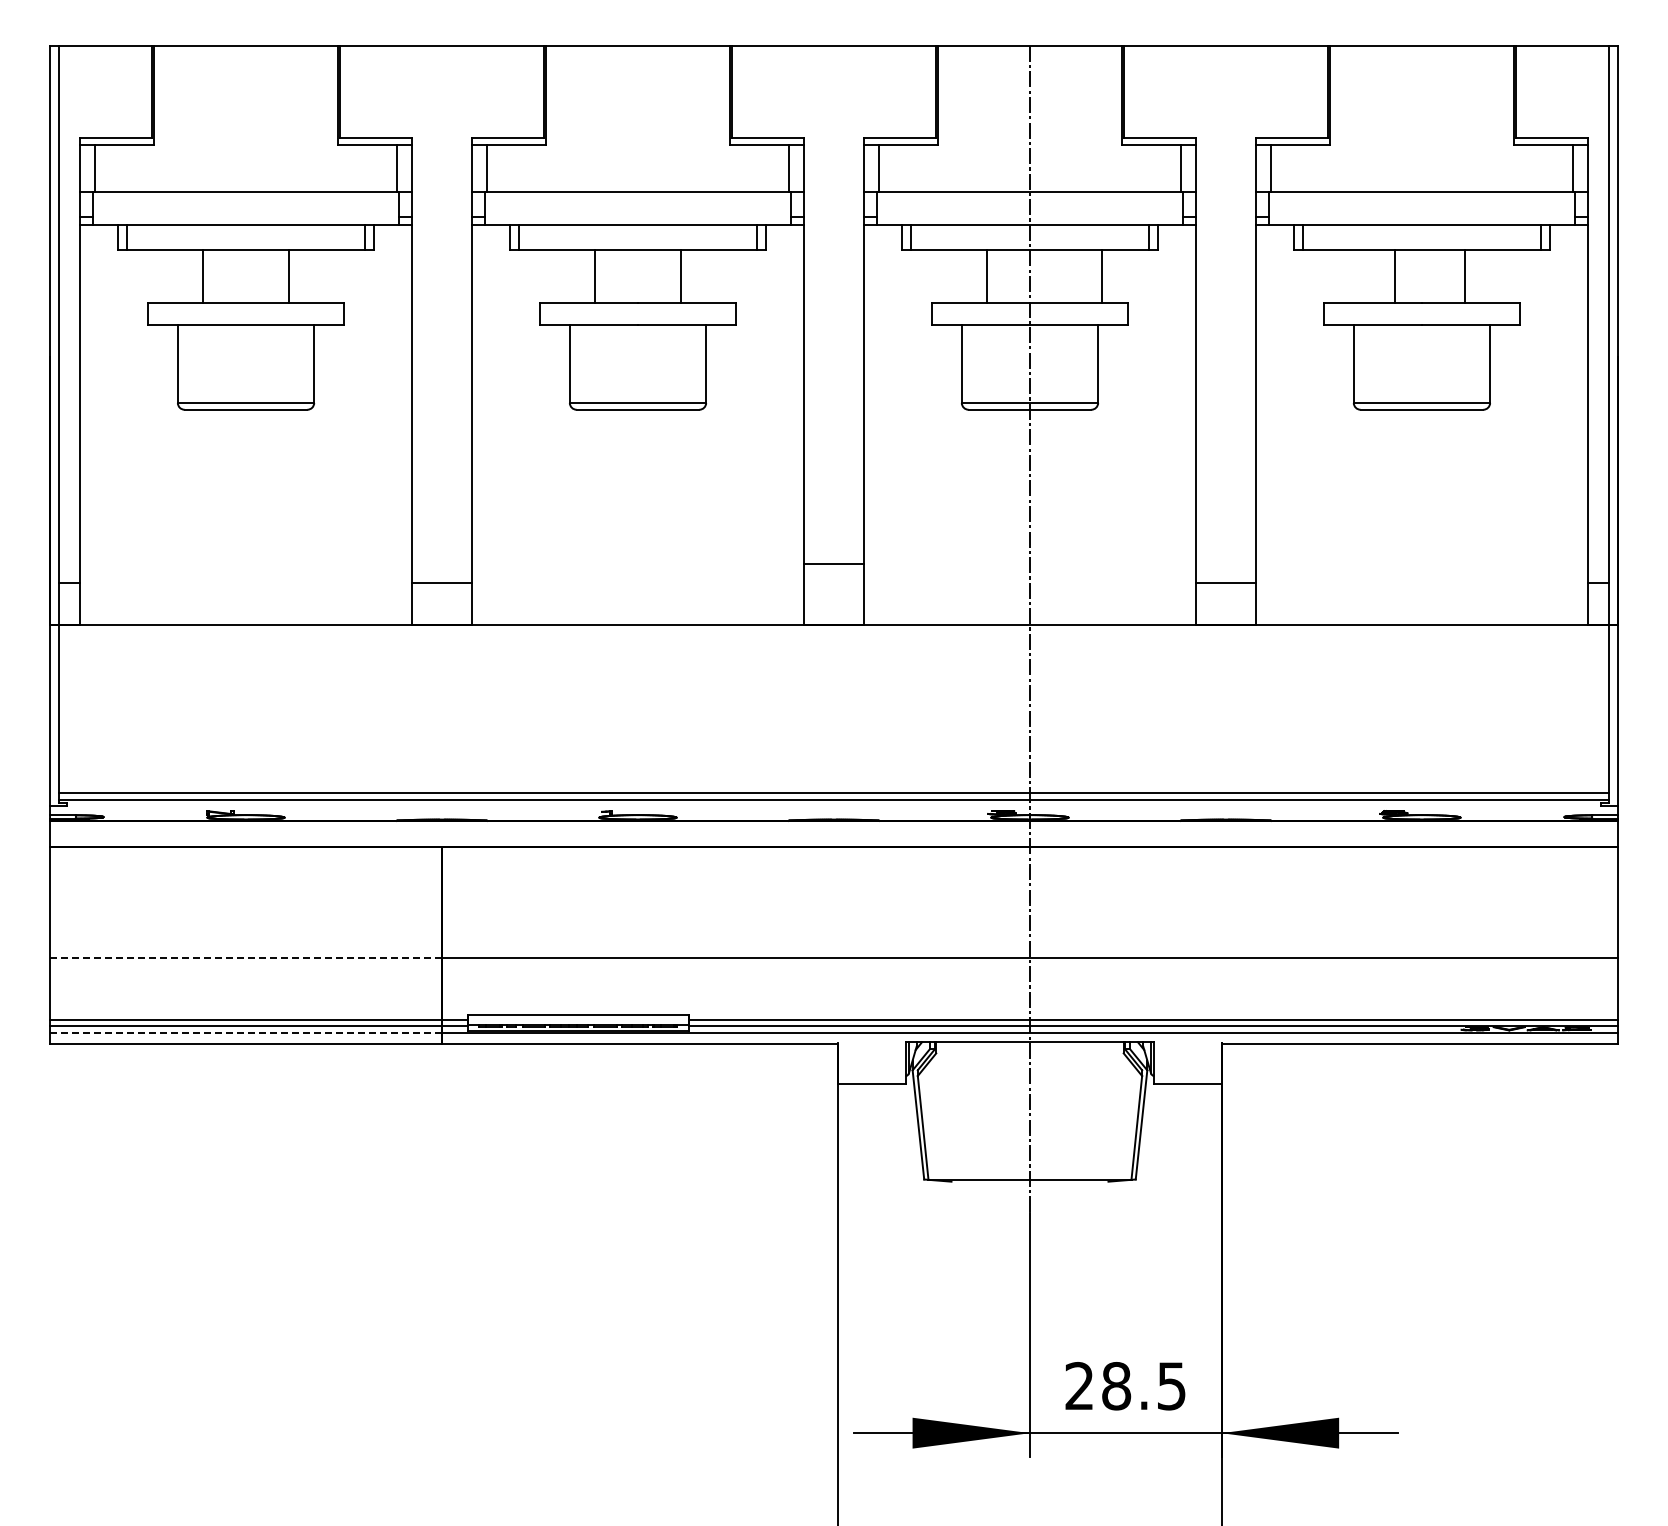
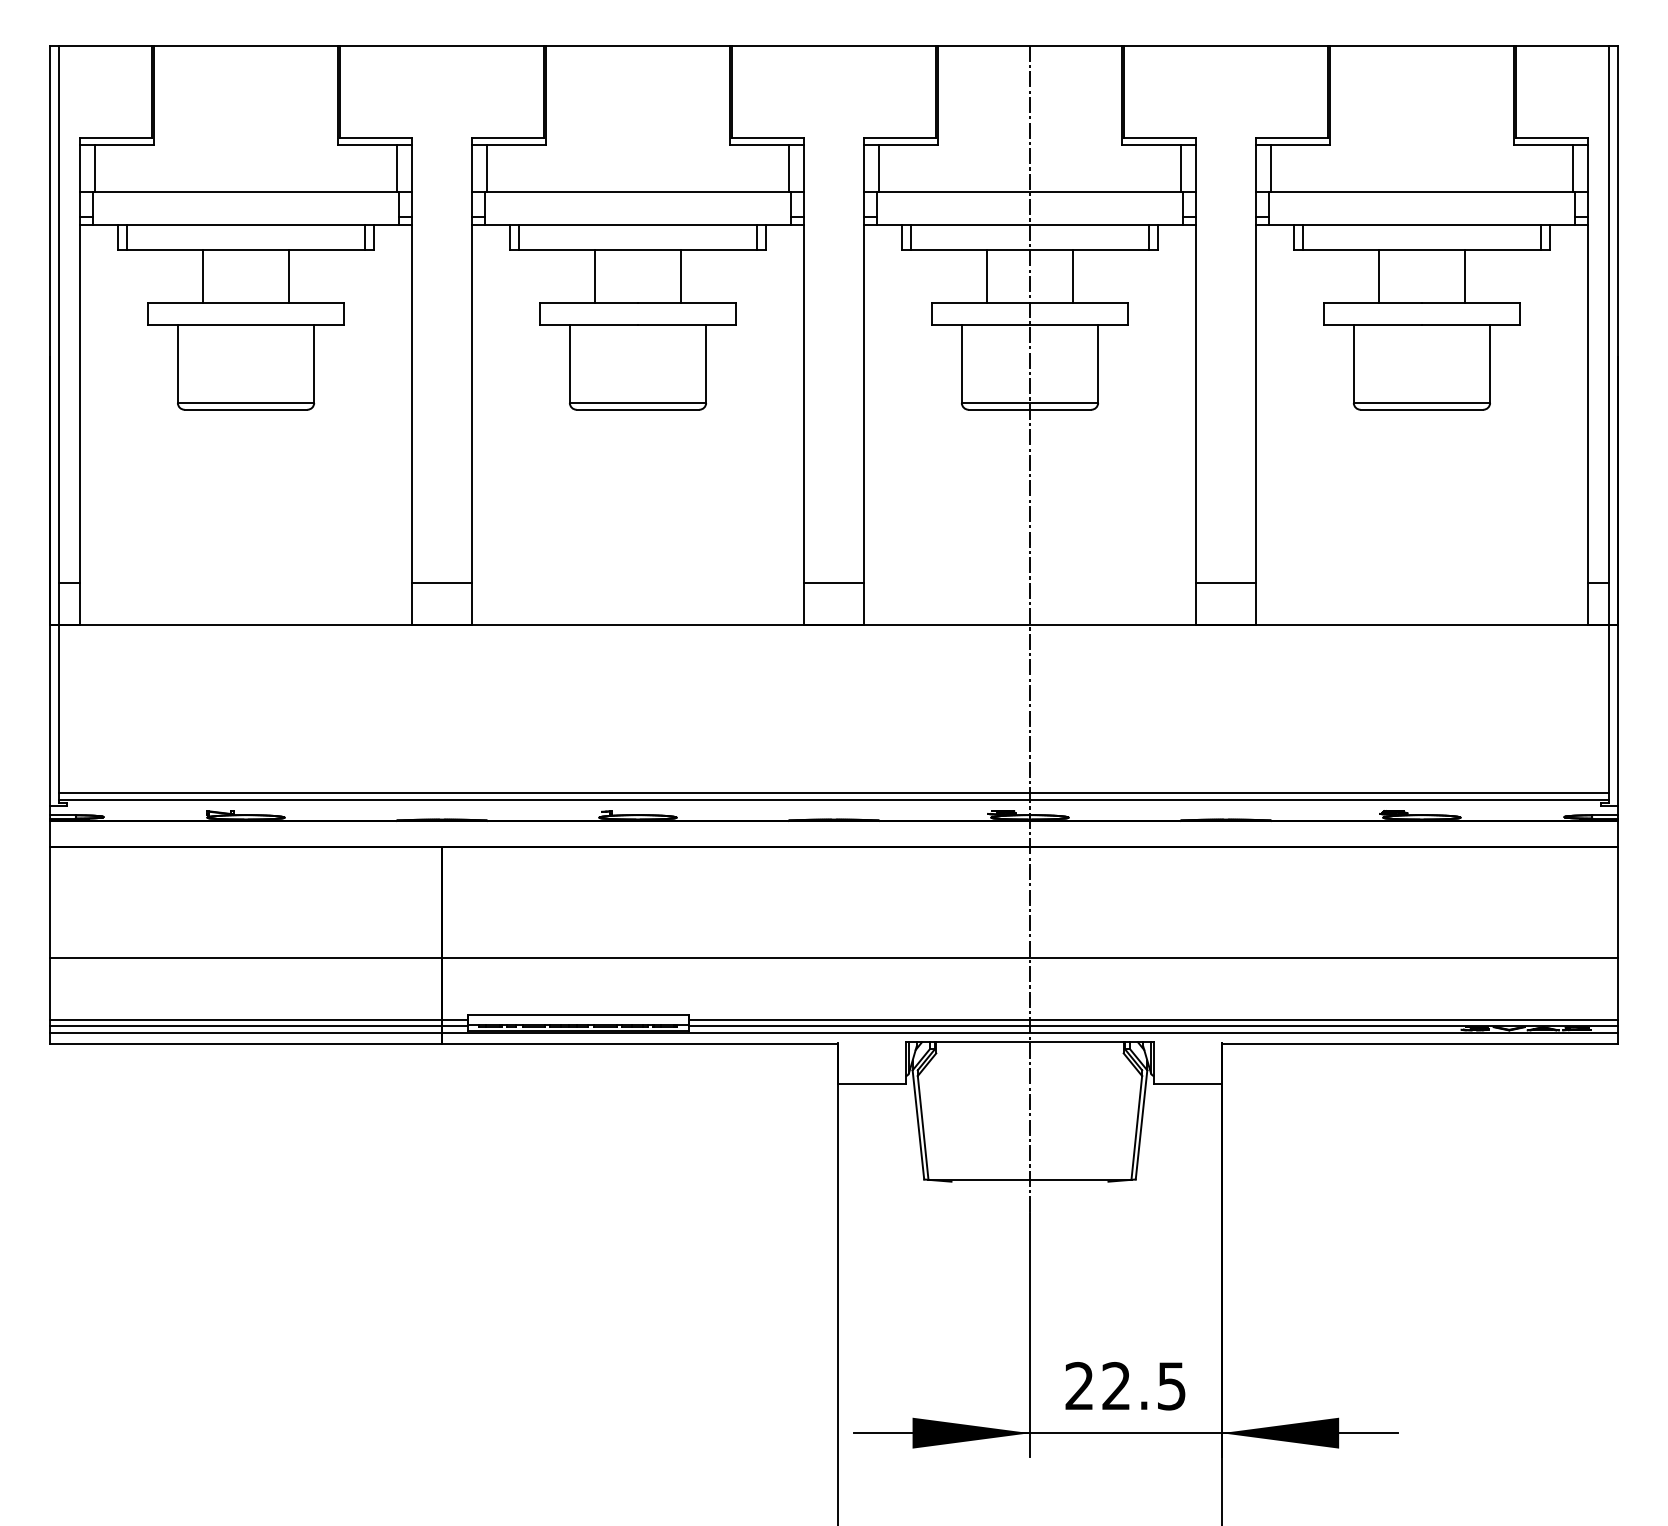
line at (1101, 276) position: (1101, 276) -> (1072, 276)
line at (1395, 276) position: (1395, 276) -> (1379, 276)
line at (833, 563) position: (833, 563) -> (833, 582)
line at (245, 957): dashed -> solid
line at (245, 1032): dashed -> solid
text at (1116, 1386): 28.5 -> 22.5
